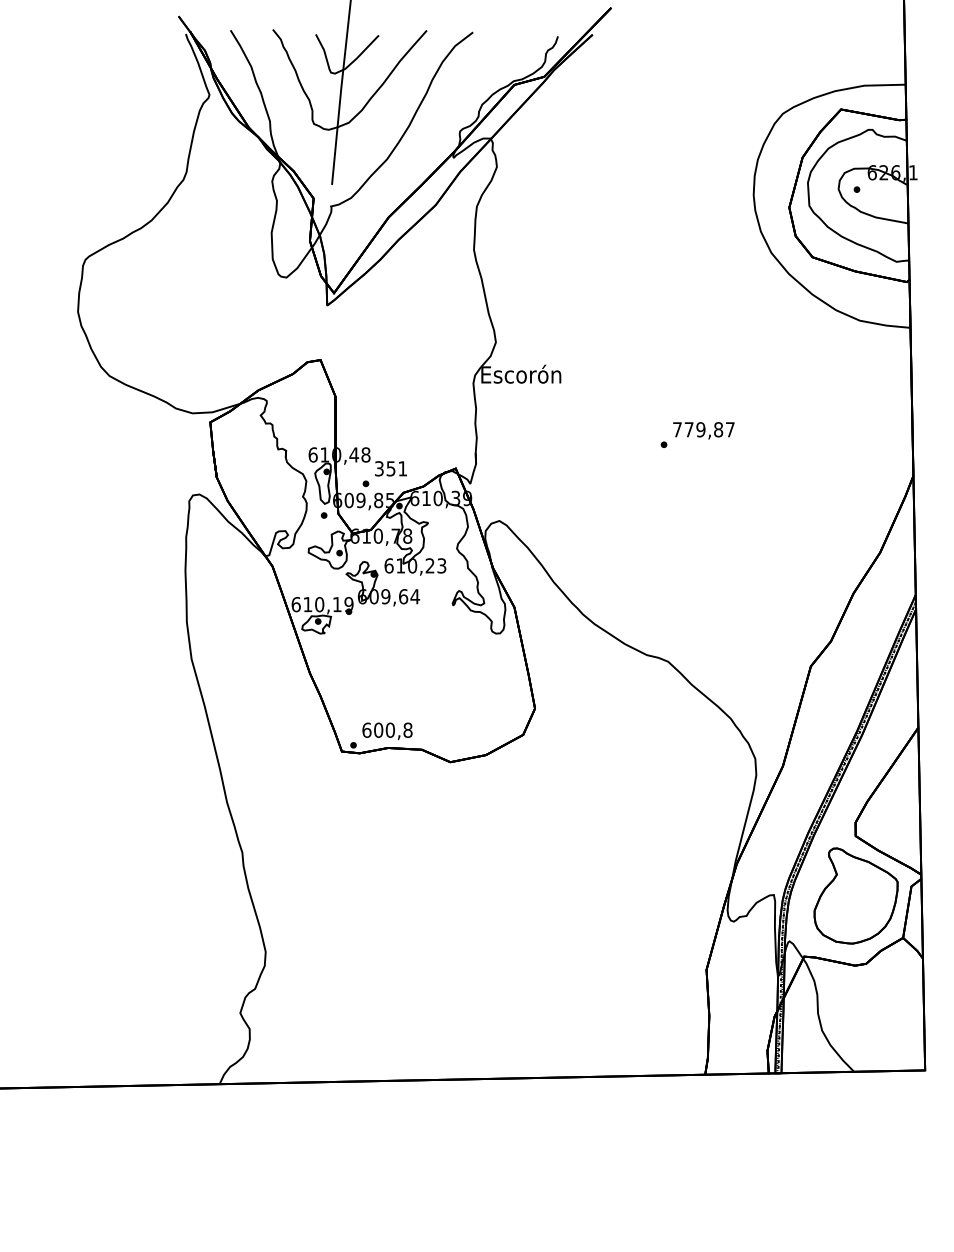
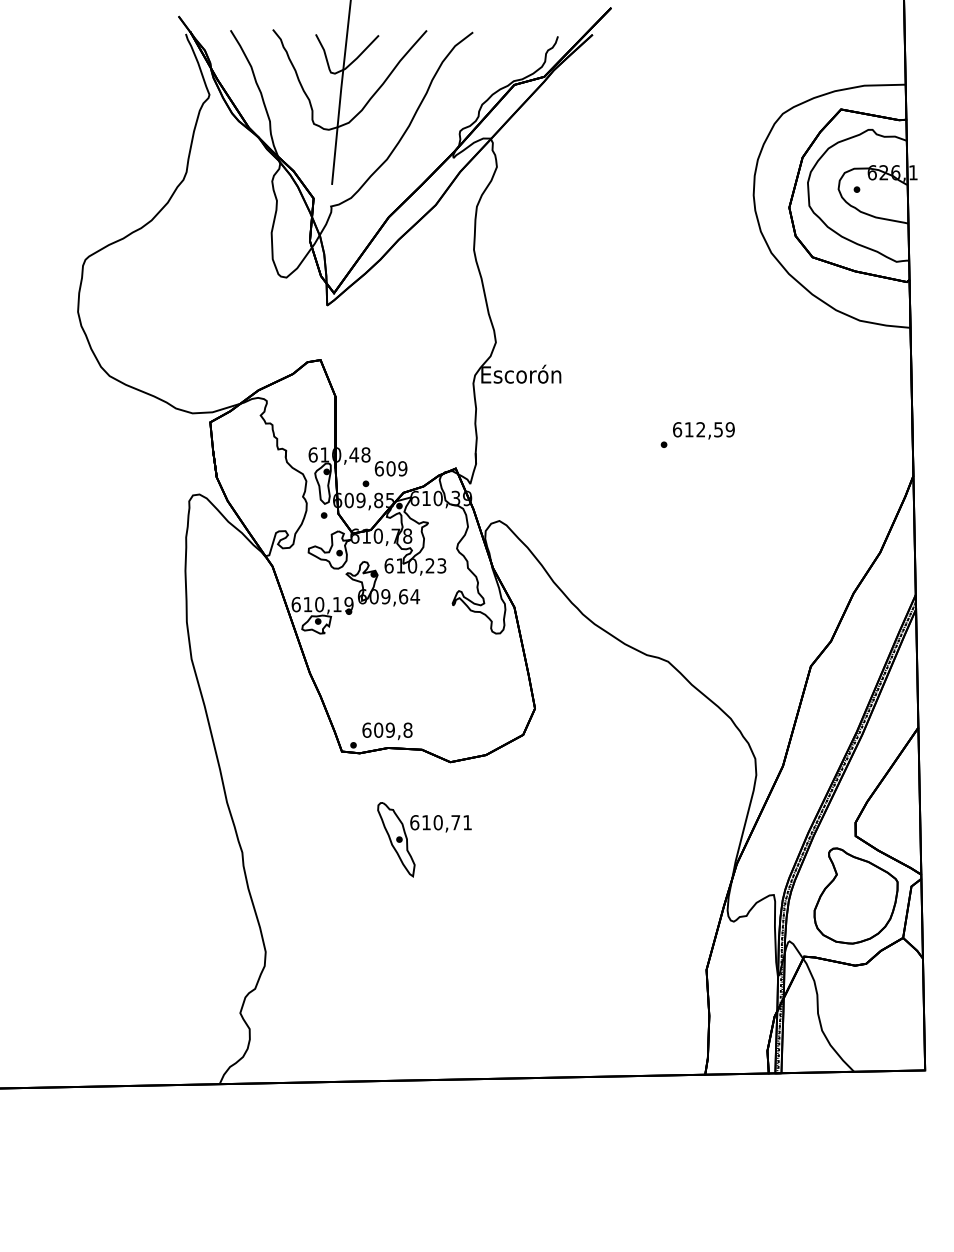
text at (703, 429): 779,87 -> 612,59
text at (390, 468): 351 -> 609
text at (389, 730): 600,8 -> 609,8
part at (424, 830): none -> present
